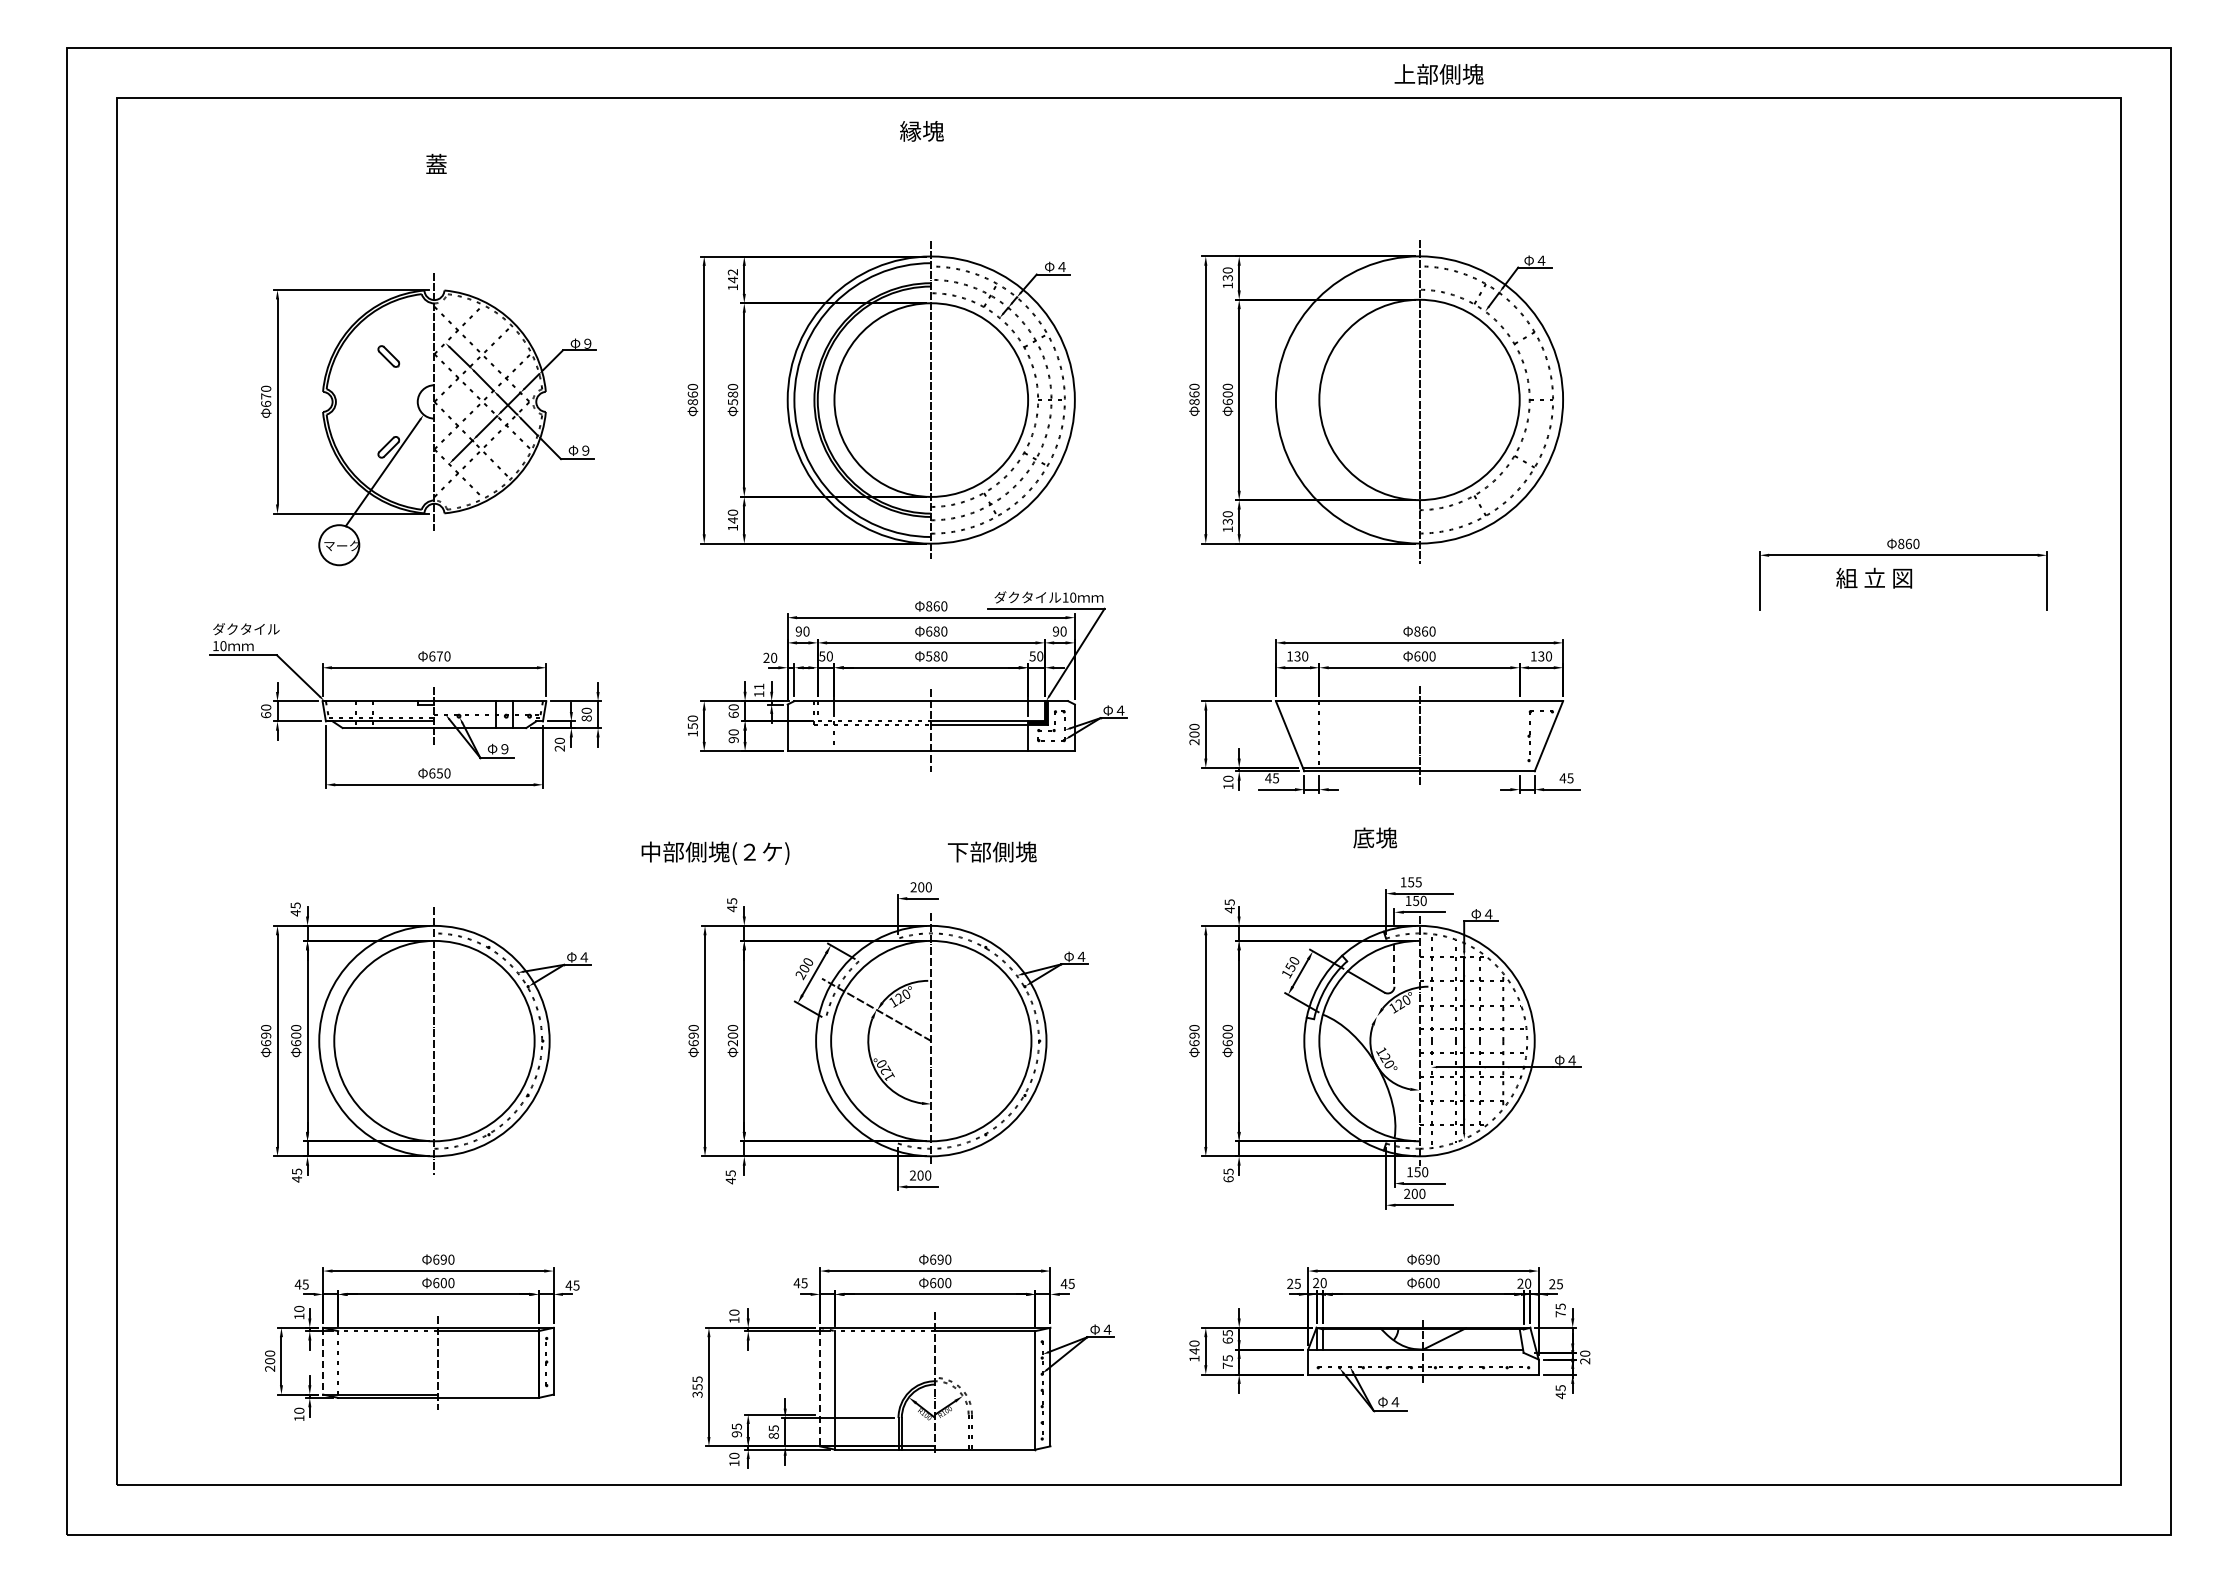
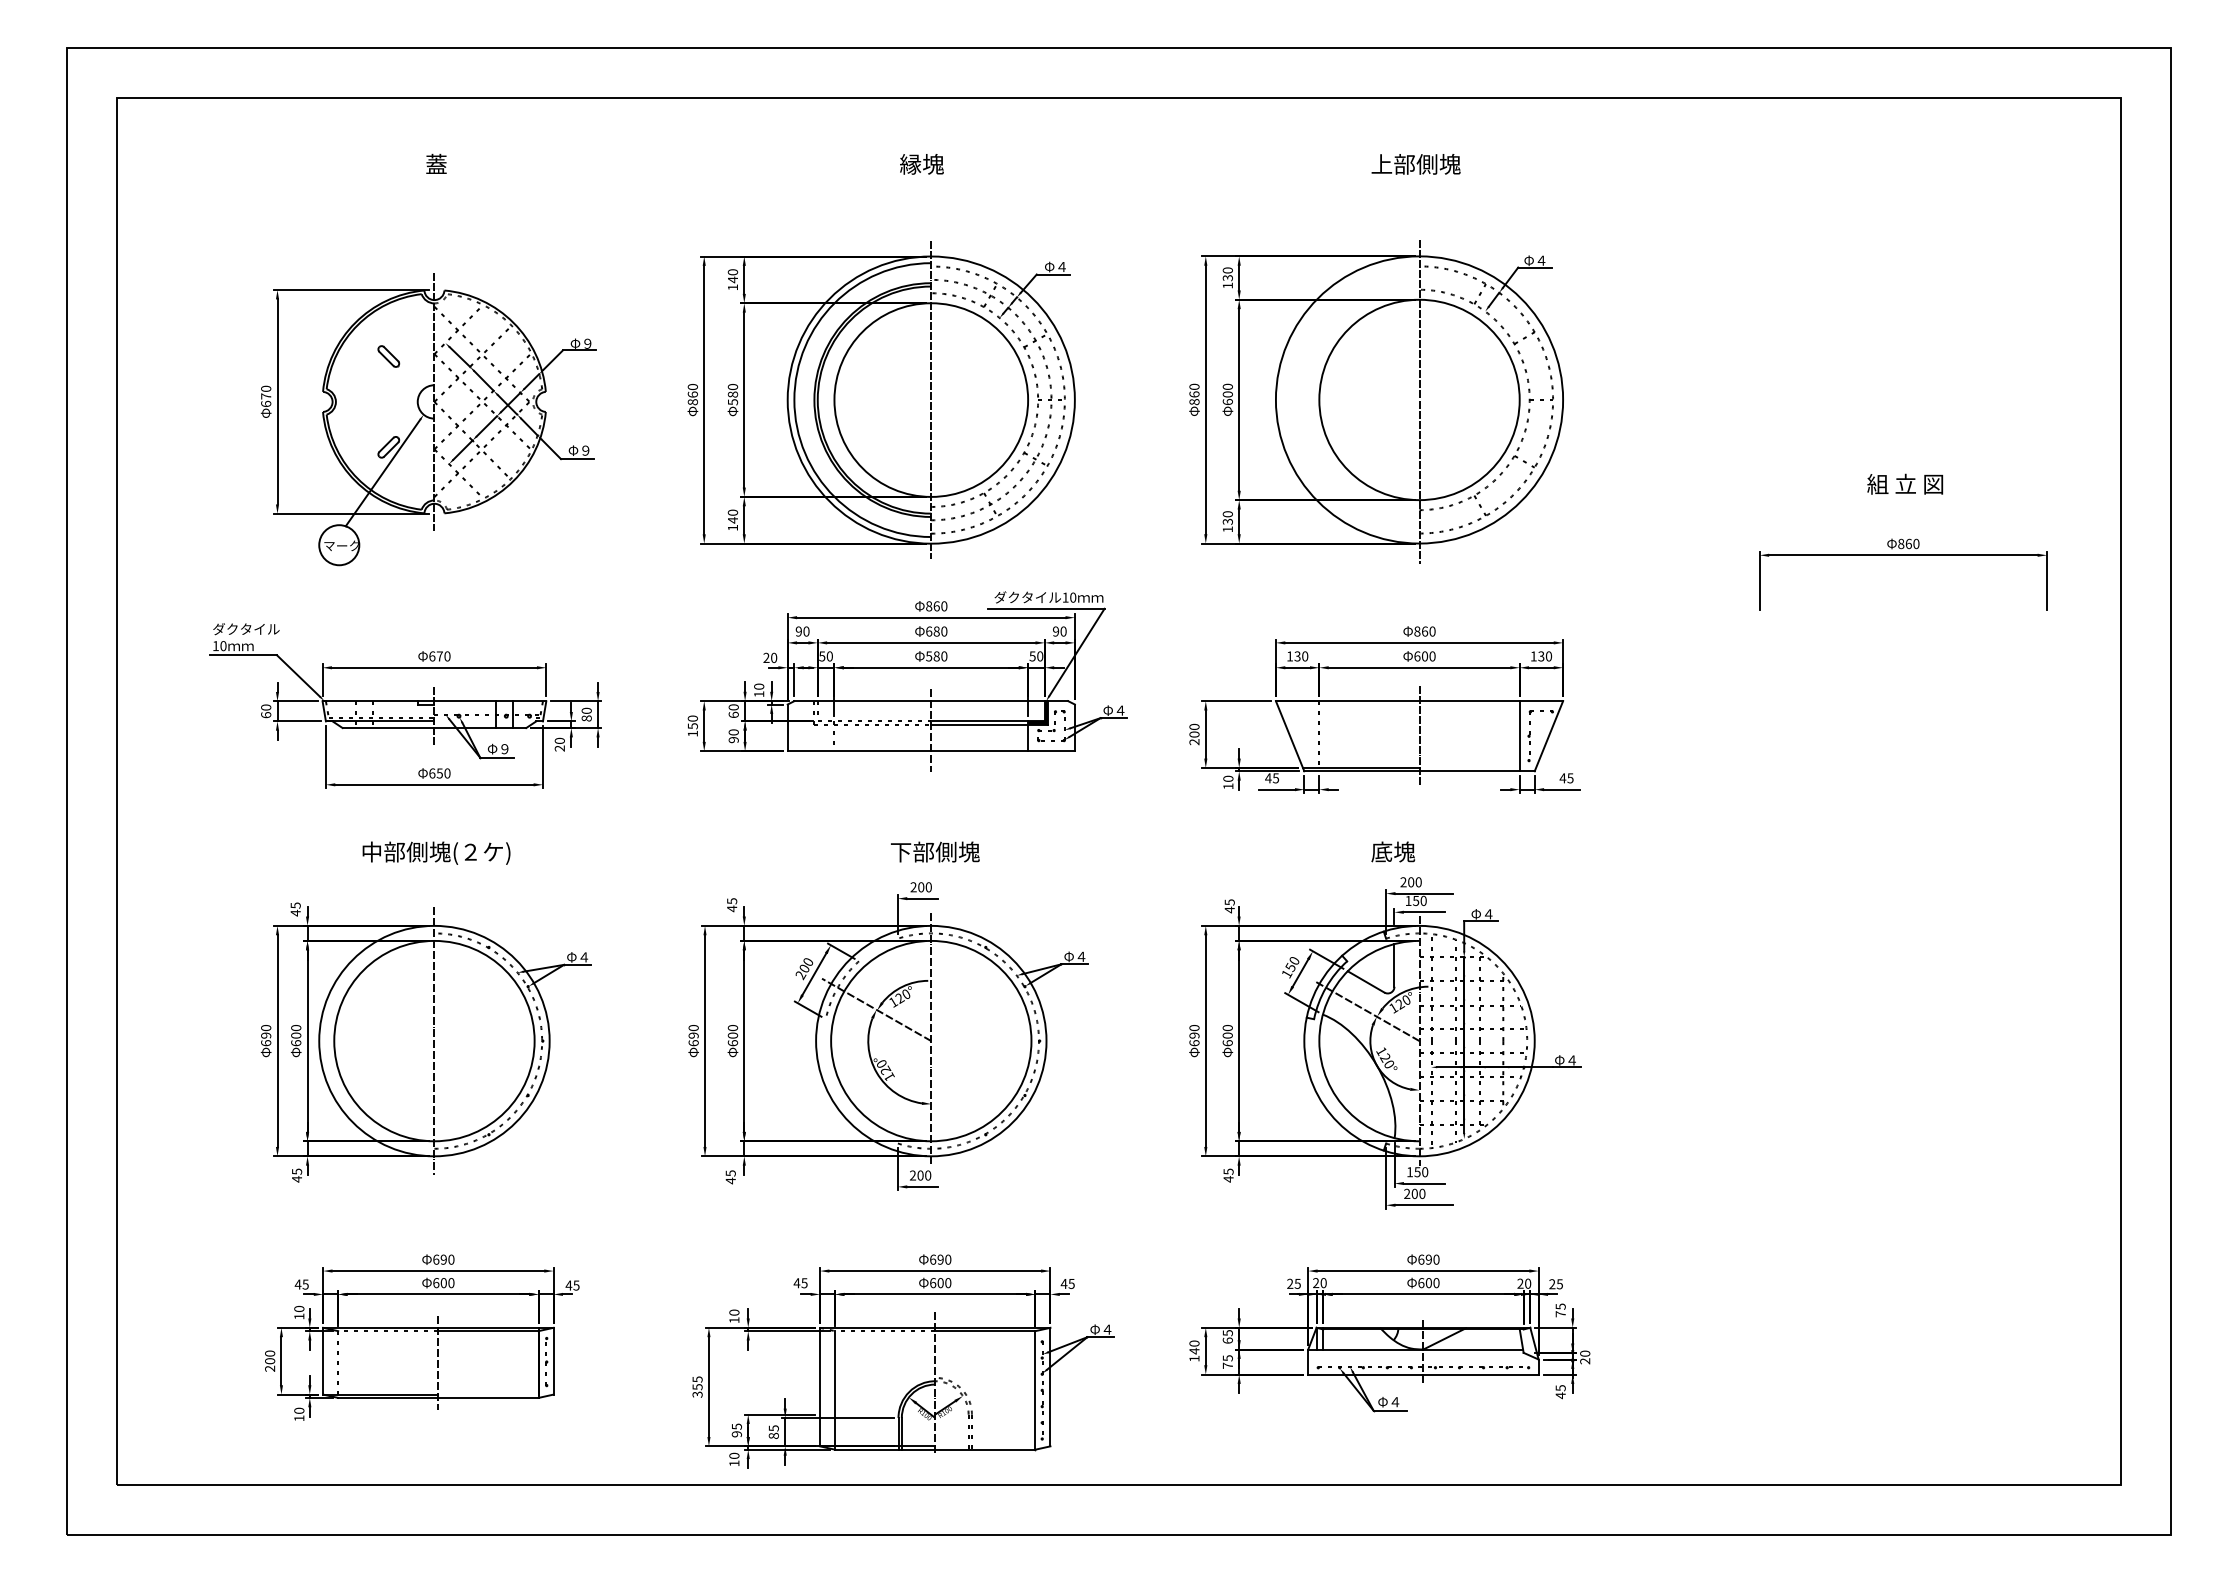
text at (1438, 74) position: (1438, 74) -> (1415, 164)
text at (921, 131) position: (921, 131) -> (921, 164)
text at (733, 272): 142 -> 140
text at (1874, 577) position: (1874, 577) -> (1905, 483)
text at (759, 686): 11 -> 10
line at (1519, 736): none -> present
text at (1374, 837) position: (1374, 837) -> (1392, 851)
text at (992, 851) position: (992, 851) -> (935, 851)
text at (715, 852) position: (715, 852) -> (436, 852)
text at (1410, 882): 155 -> 200
line at (1394, 965): dashed -> solid
line at (1366, 1010): none -> present
text at (732, 1043): 200 -> 600
text at (1228, 1179): 65 -> 45
line at (323, 1361): dashed -> solid
line at (820, 1387): dashed -> solid
